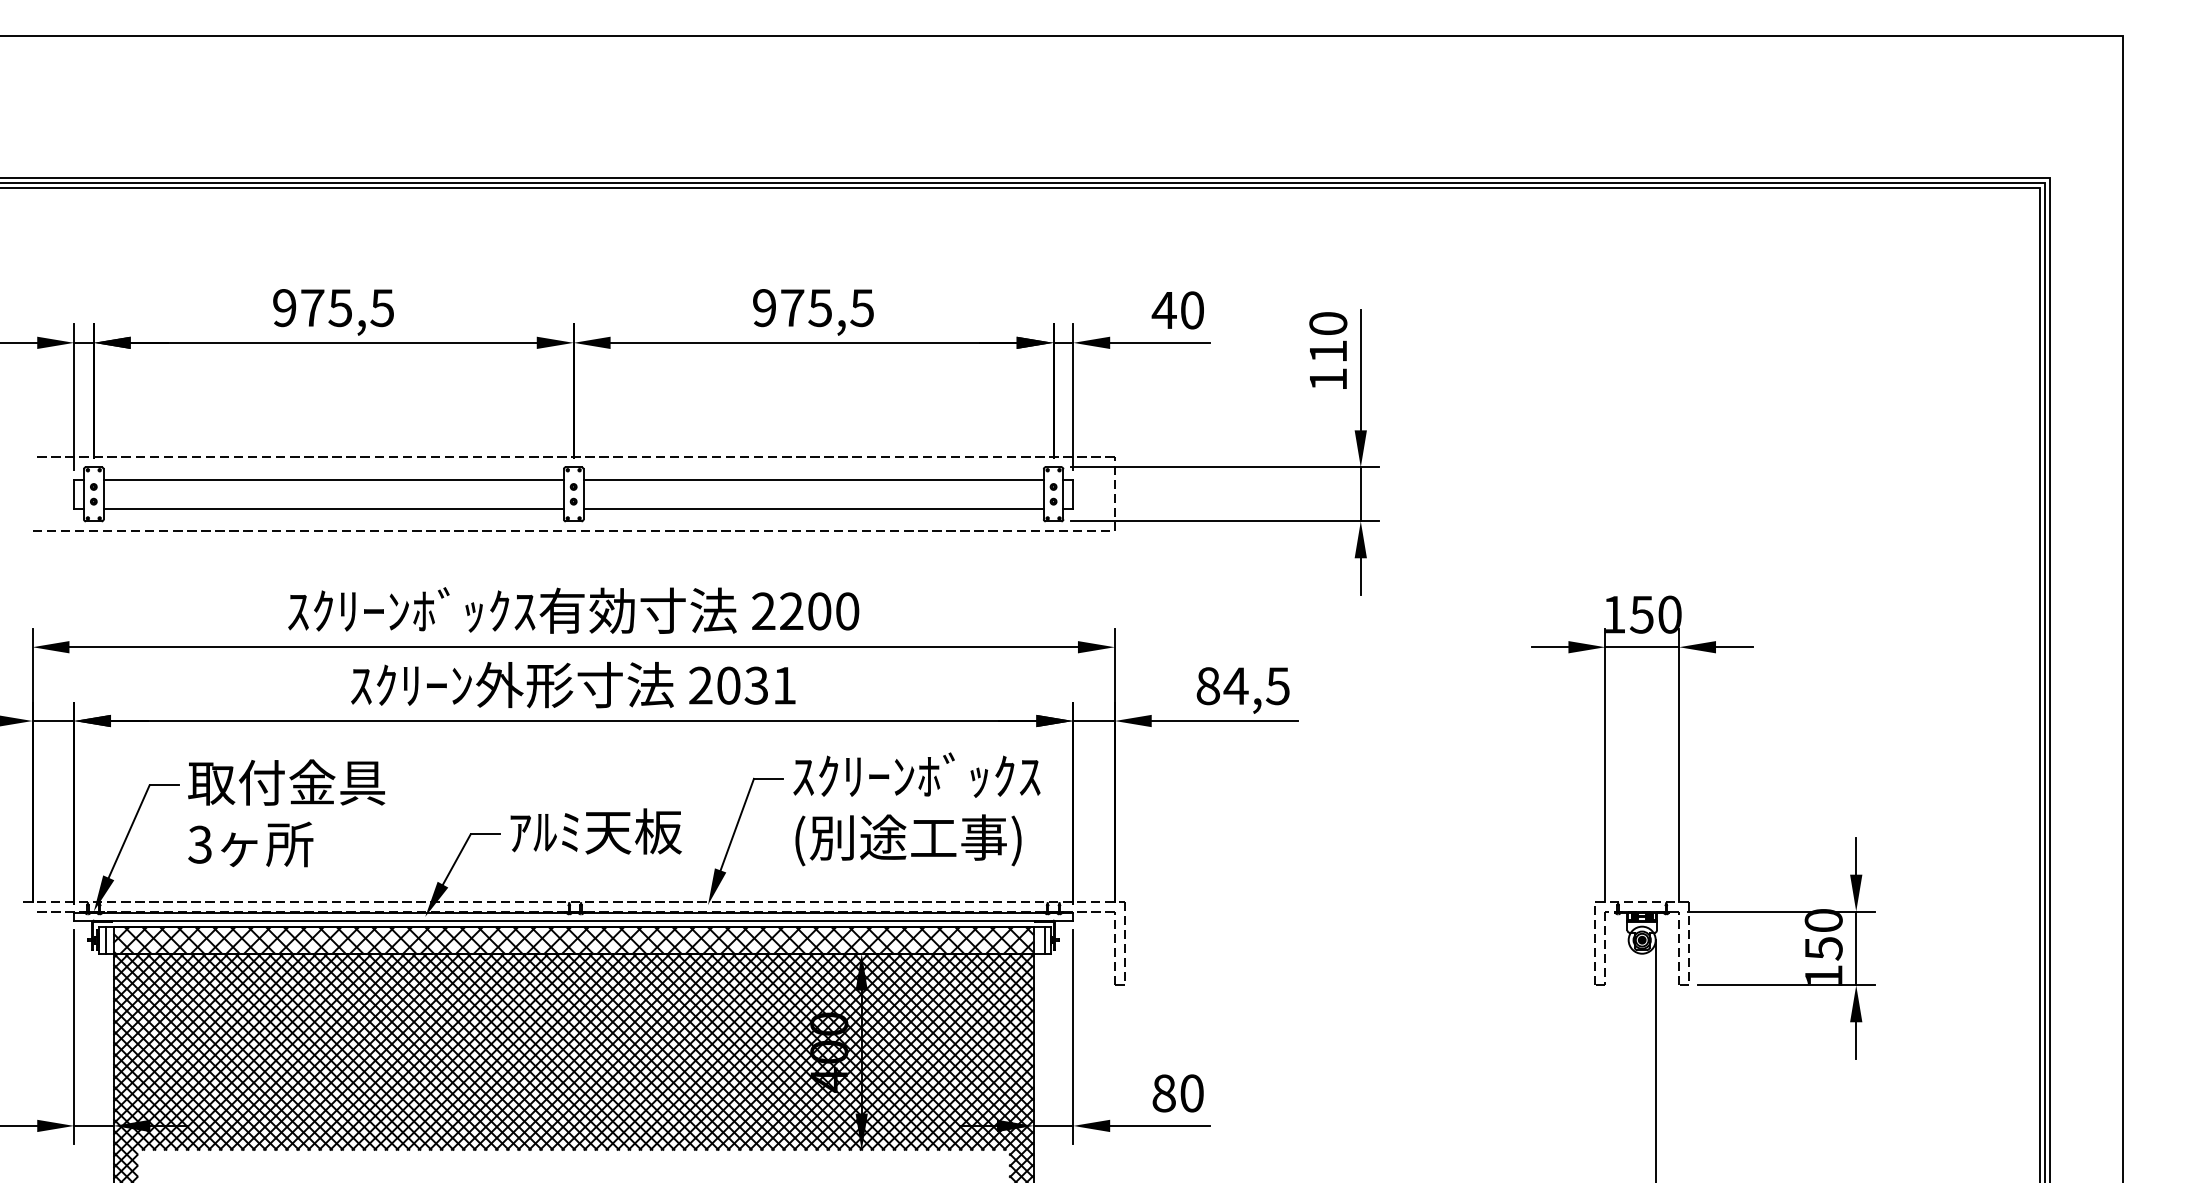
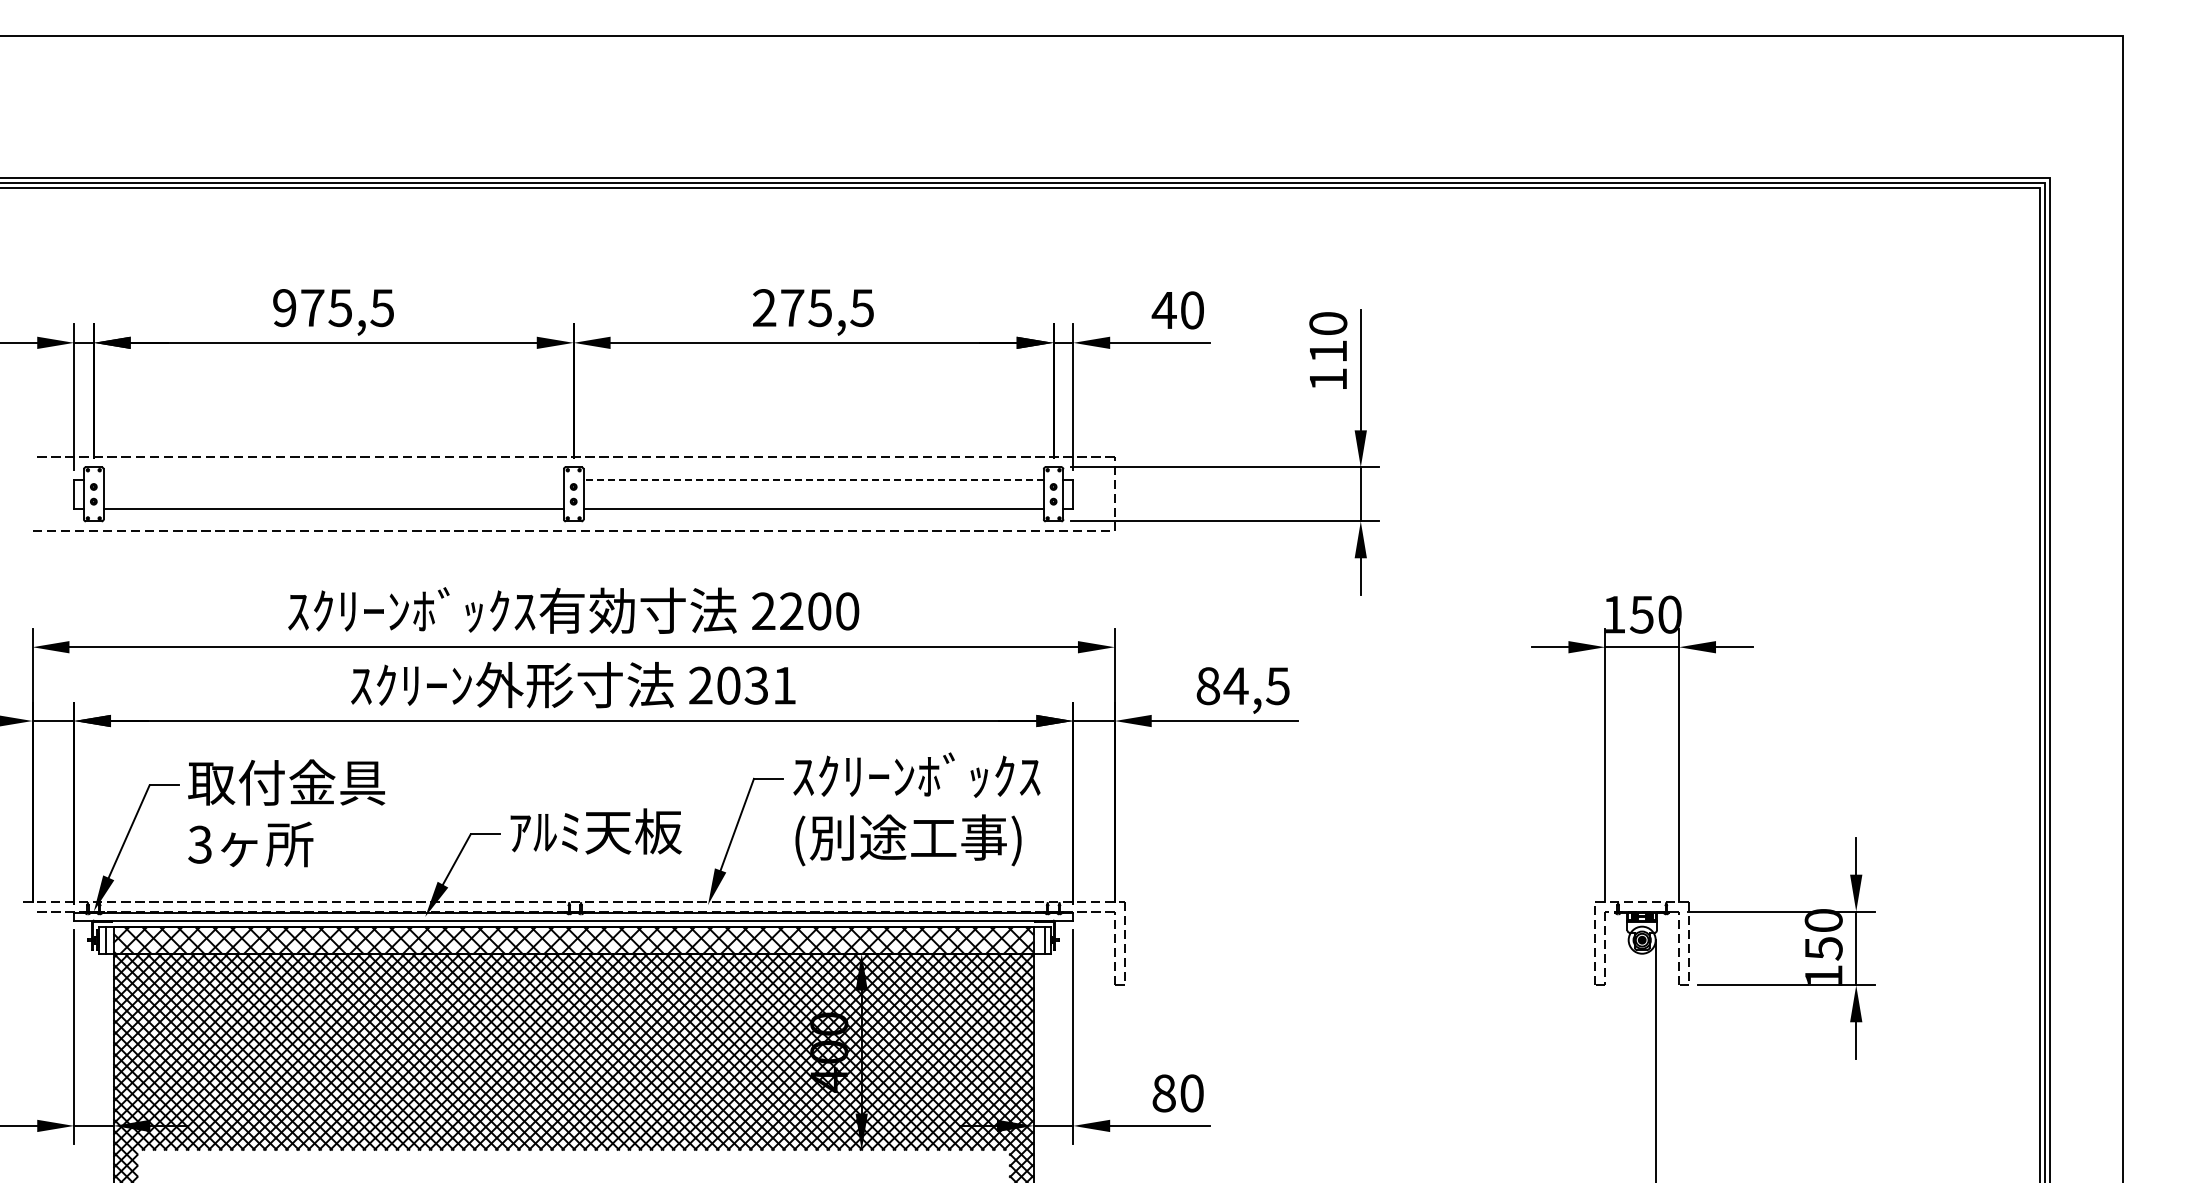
text at (764, 308): 975,5 -> 275,5
line at (333, 479): present -> none
line at (813, 479): solid -> dashed
